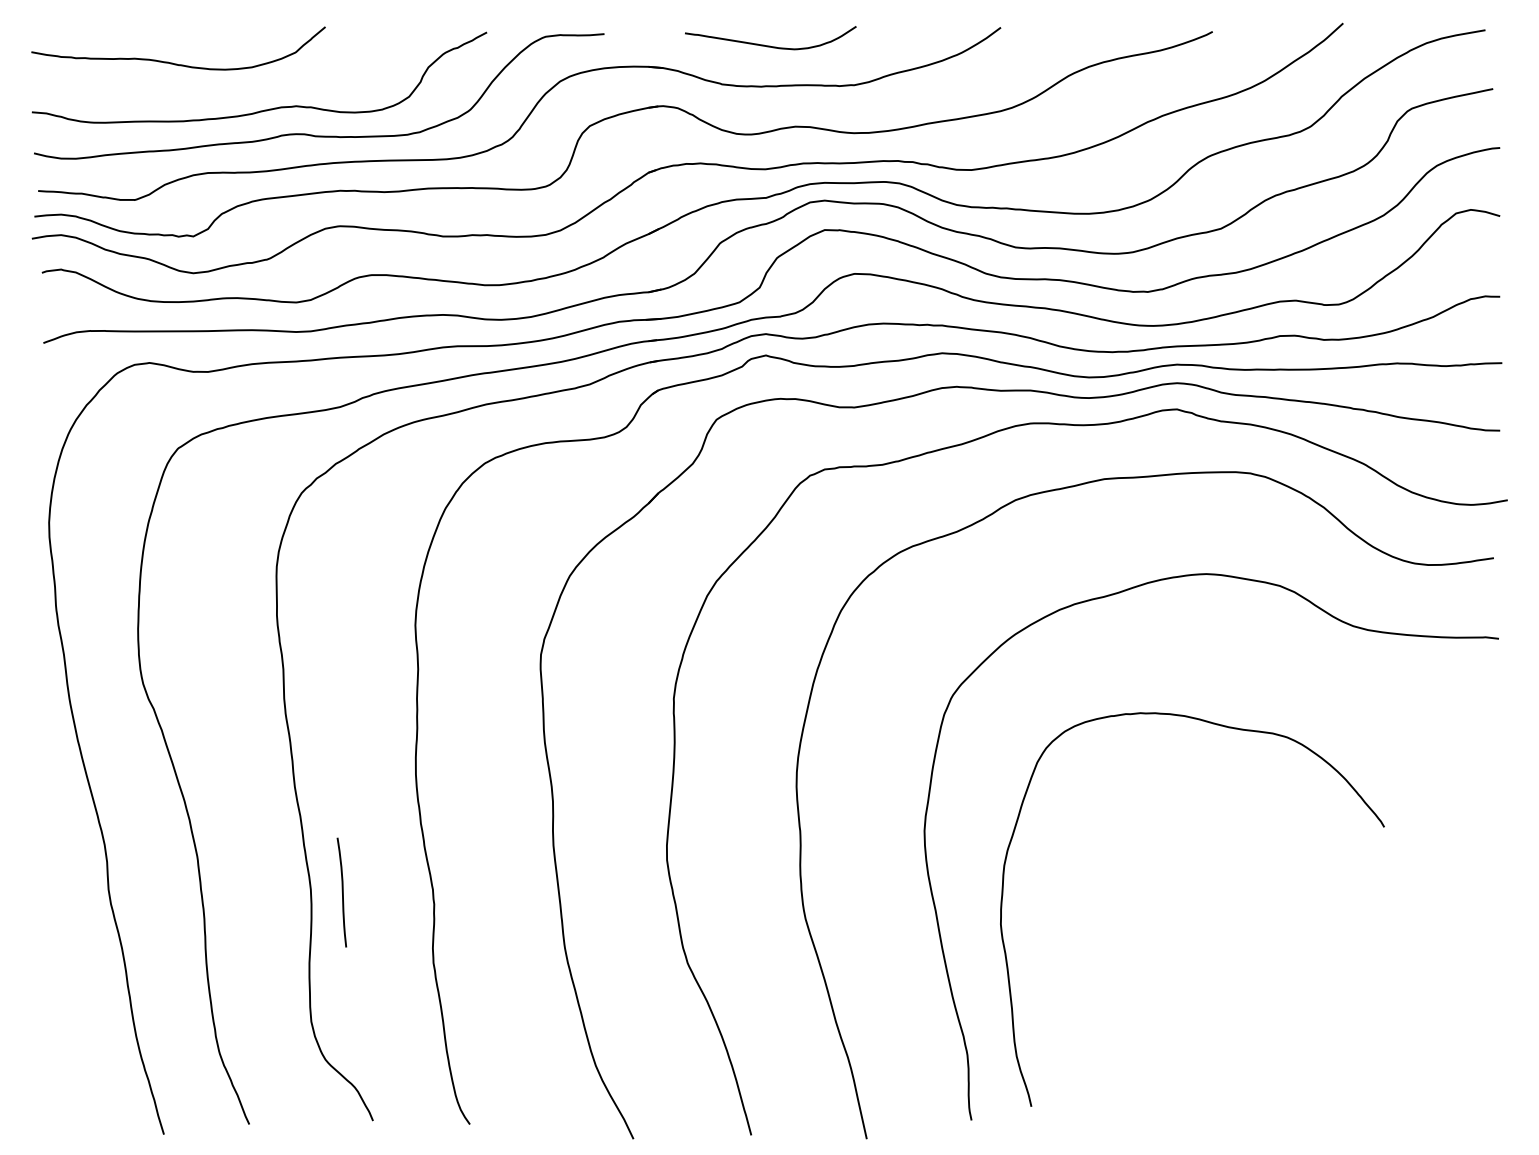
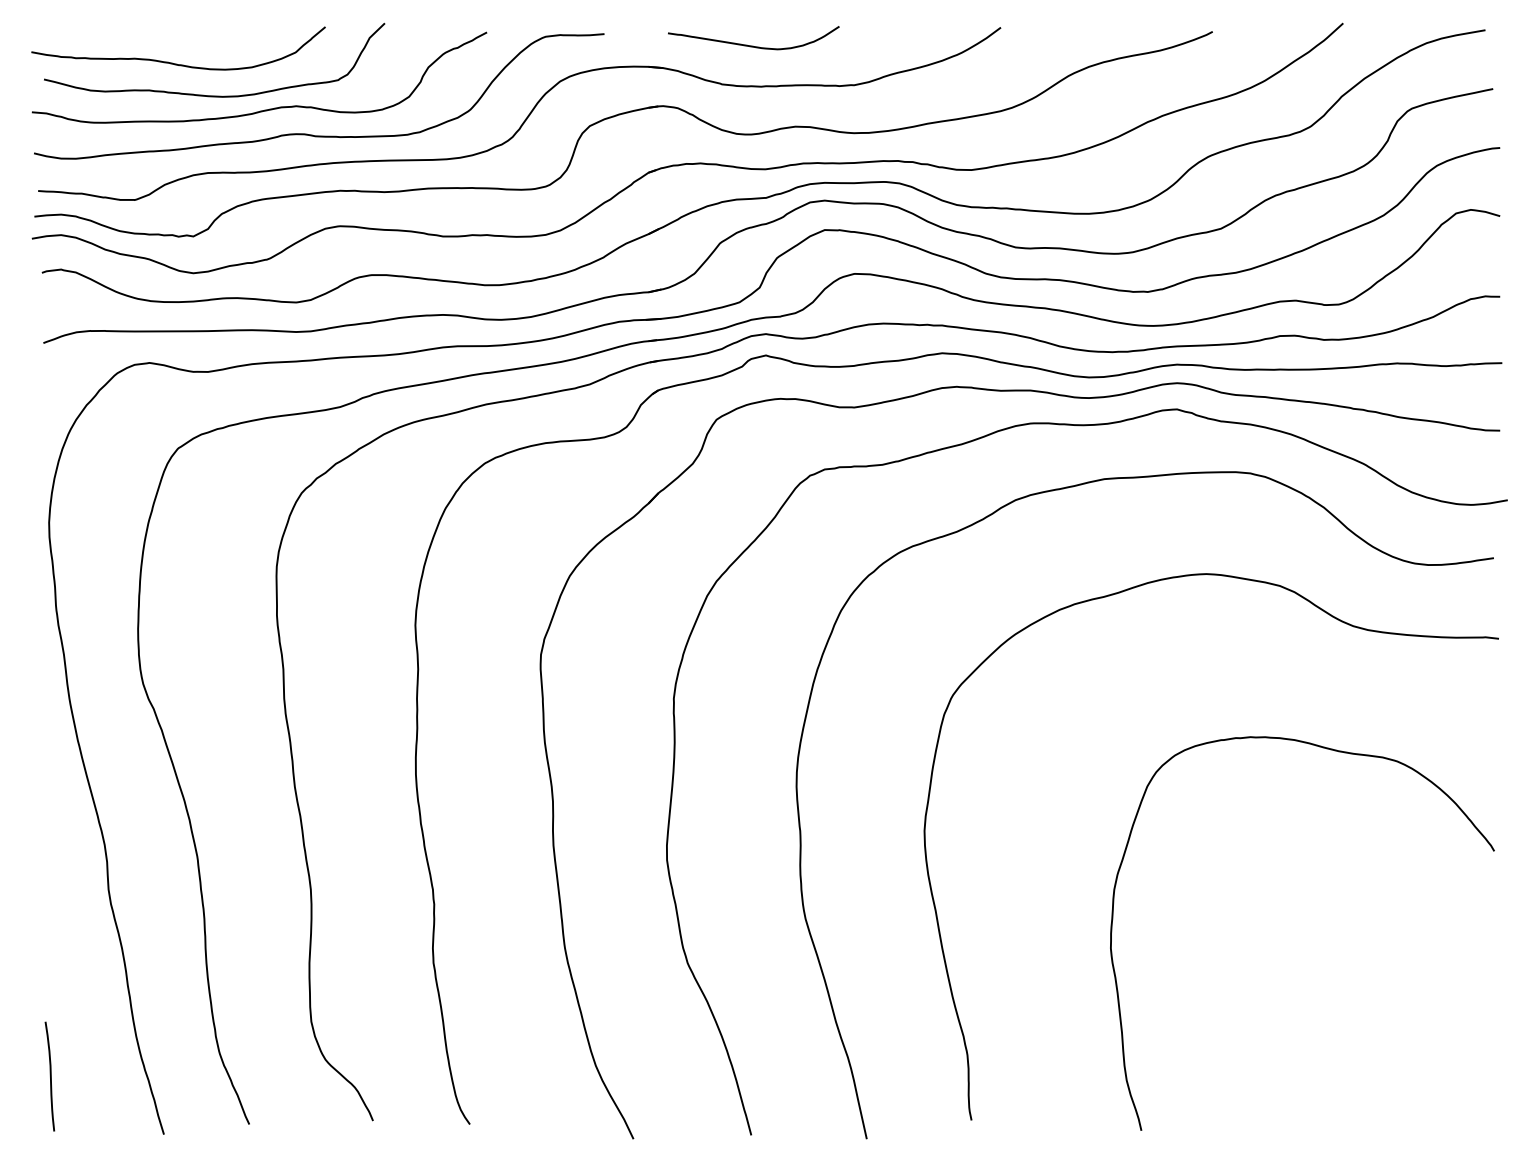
curve at (770, 45) position: (770, 45) -> (753, 45)
curve at (214, 95): none -> present
curve at (1228, 728) position: (1228, 728) -> (1338, 752)
curve at (341, 891) position: (341, 891) -> (49, 1075)
